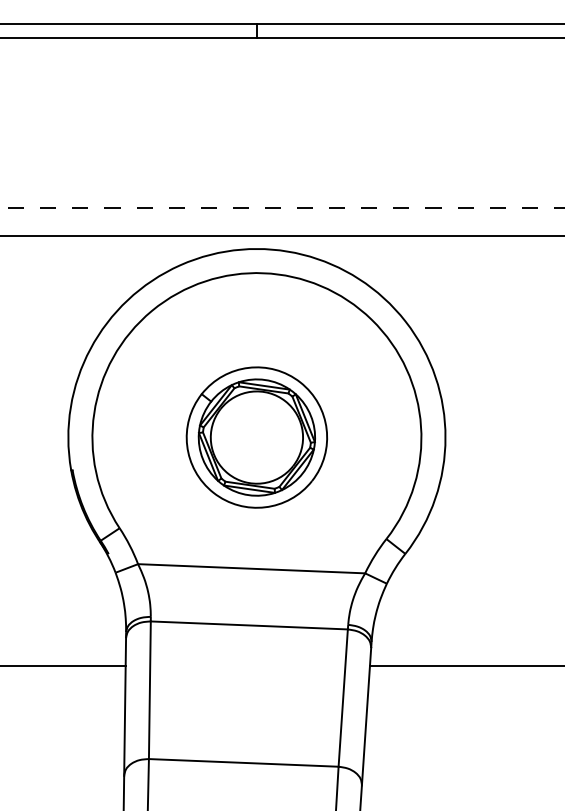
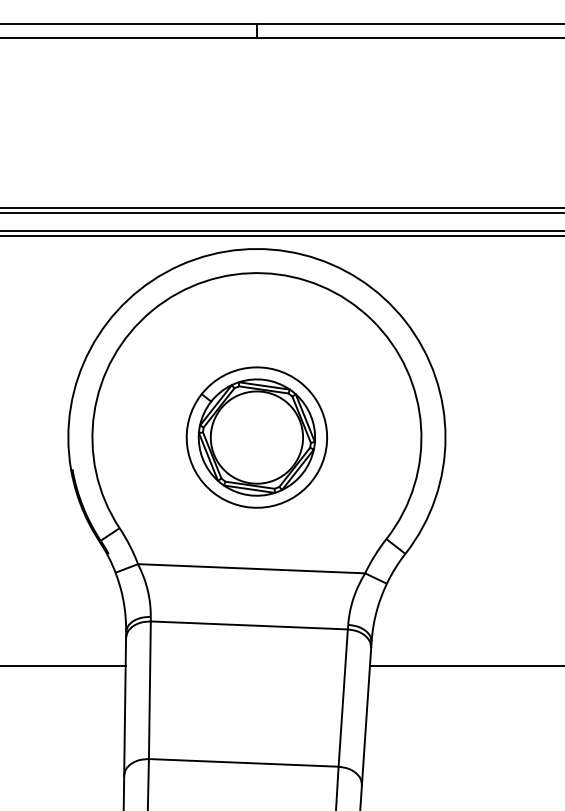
line at (281, 207): dashed -> solid
line at (281, 213): none -> present
line at (281, 230): none -> present
